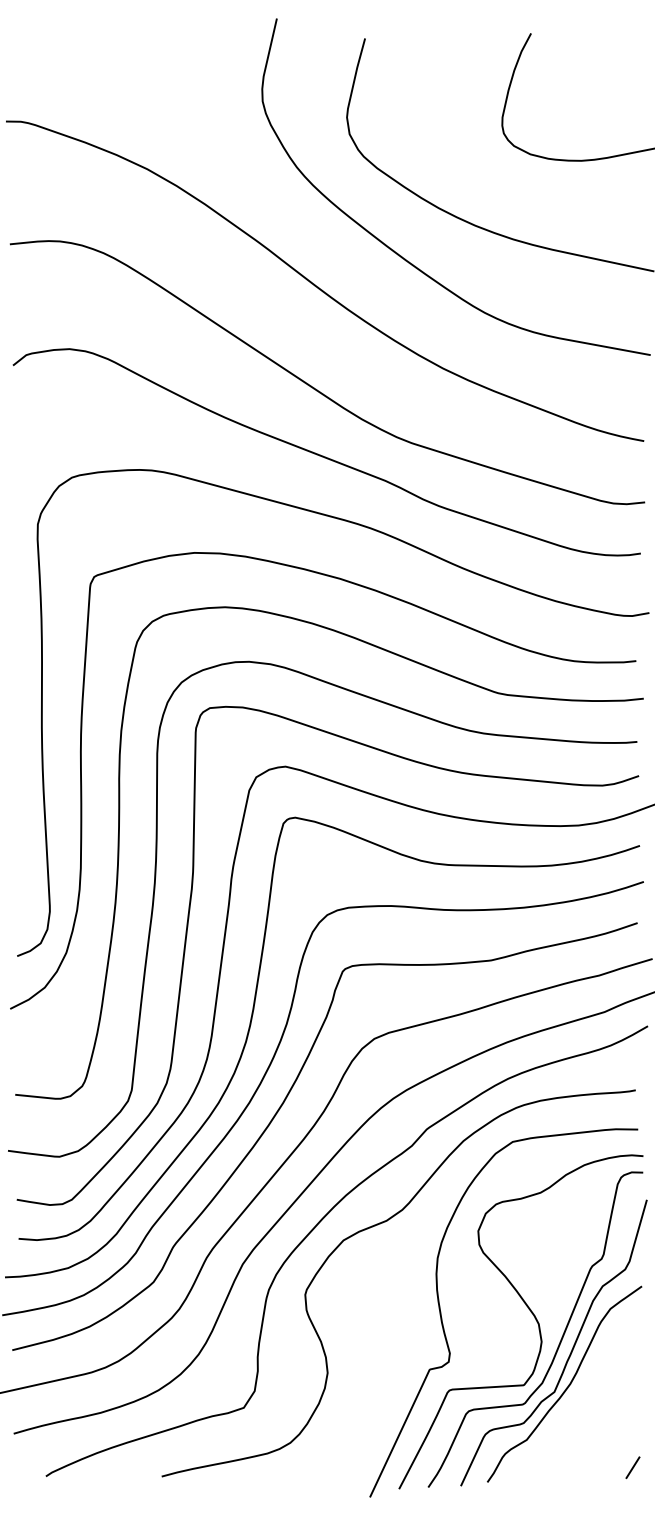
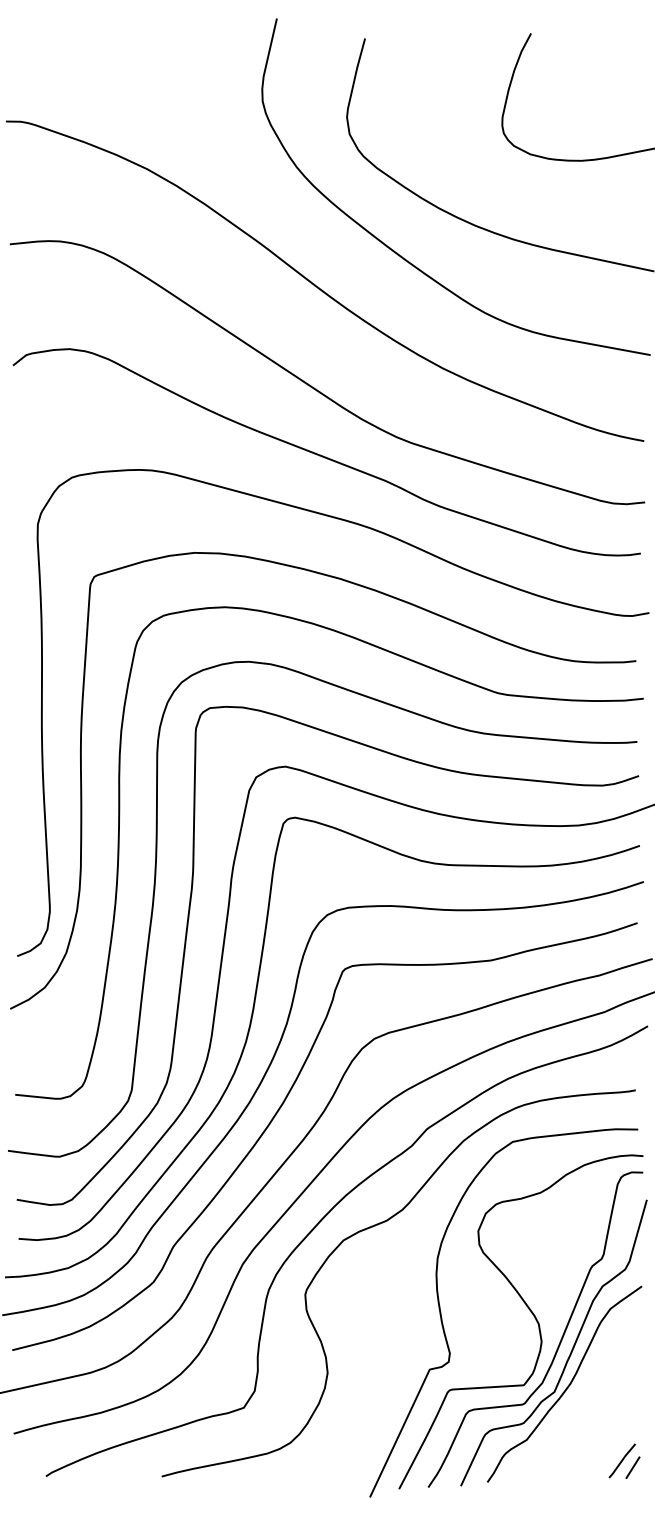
line at (621, 1460): none -> present
